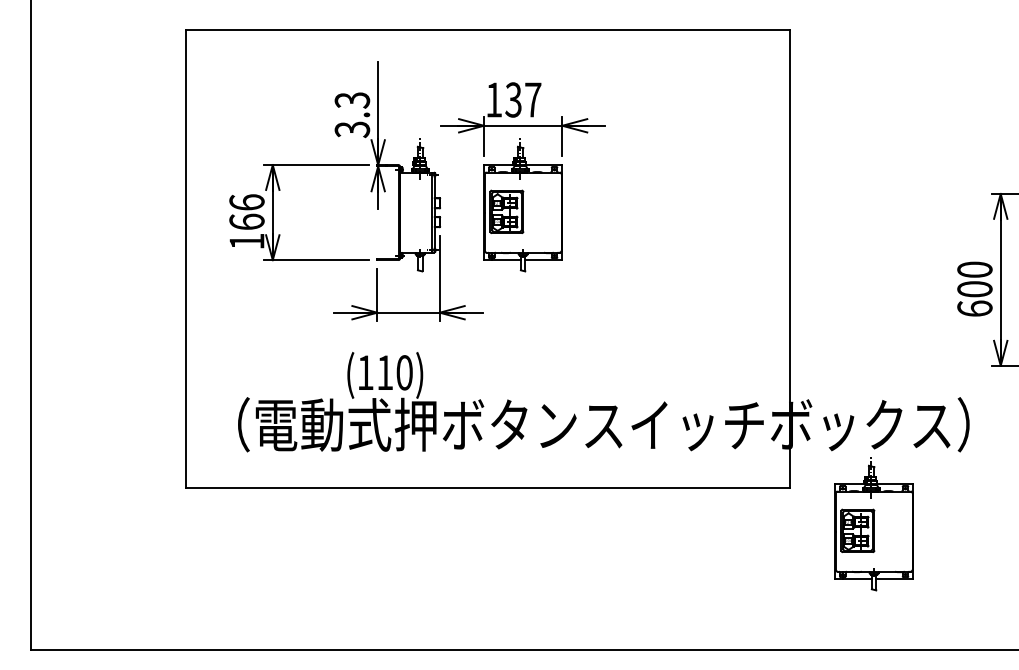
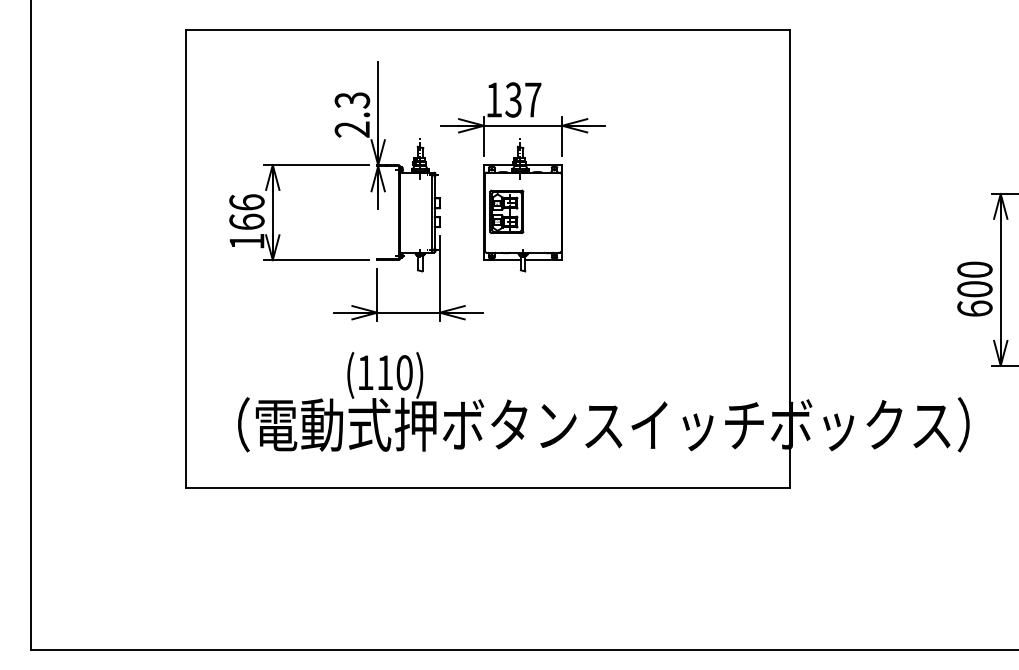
text at (352, 129): 3.3 -> 2.3
part at (873, 524): present -> none
